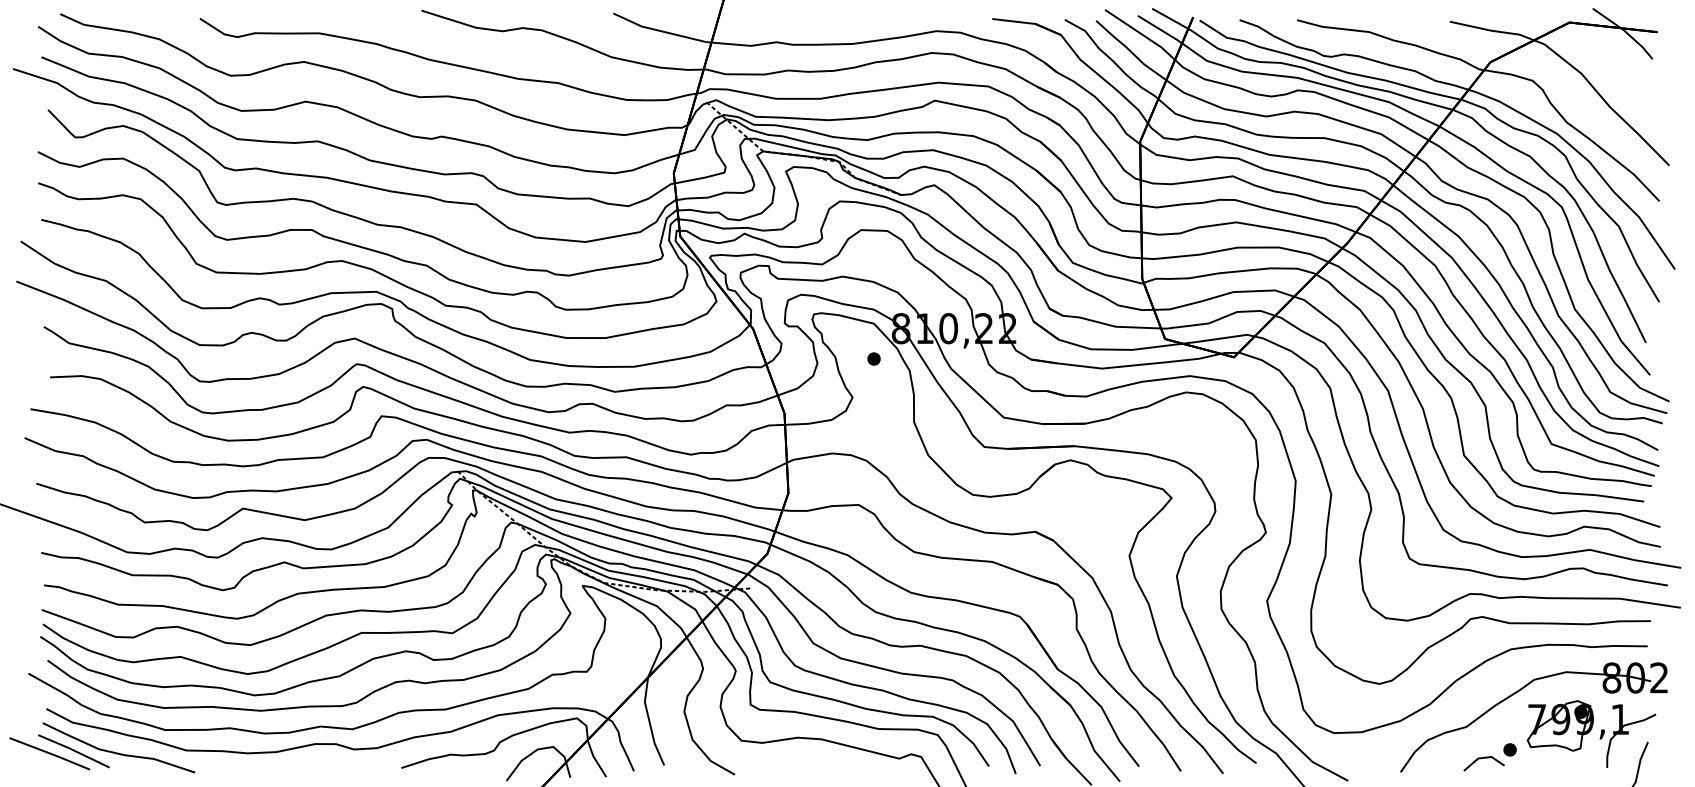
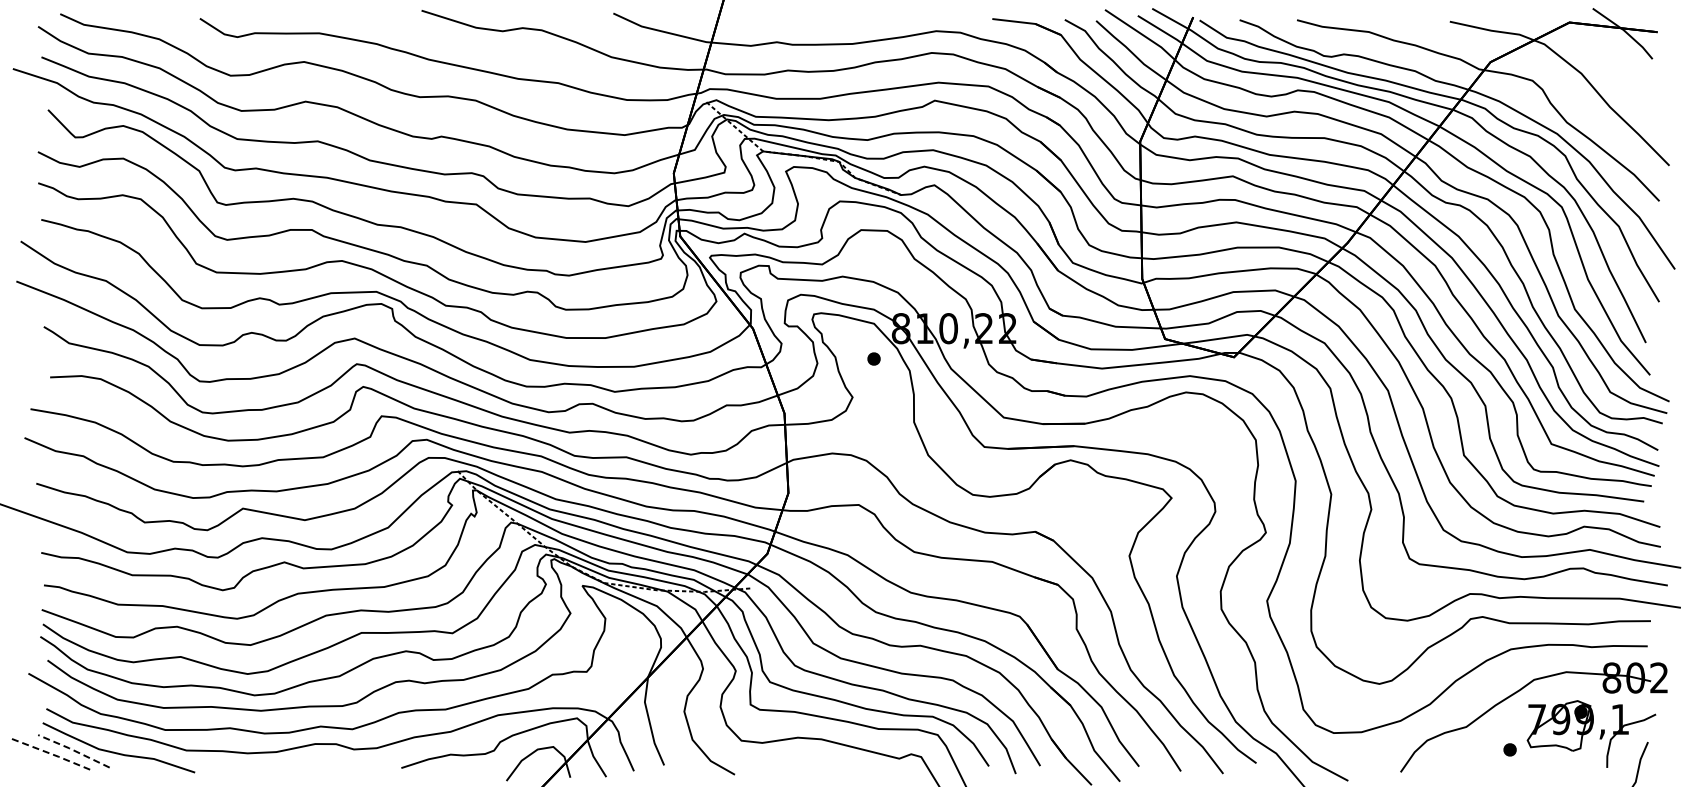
line at (73, 750): solid -> dashed
line at (50, 753): solid -> dashed
line at (1483, 758): present -> none
